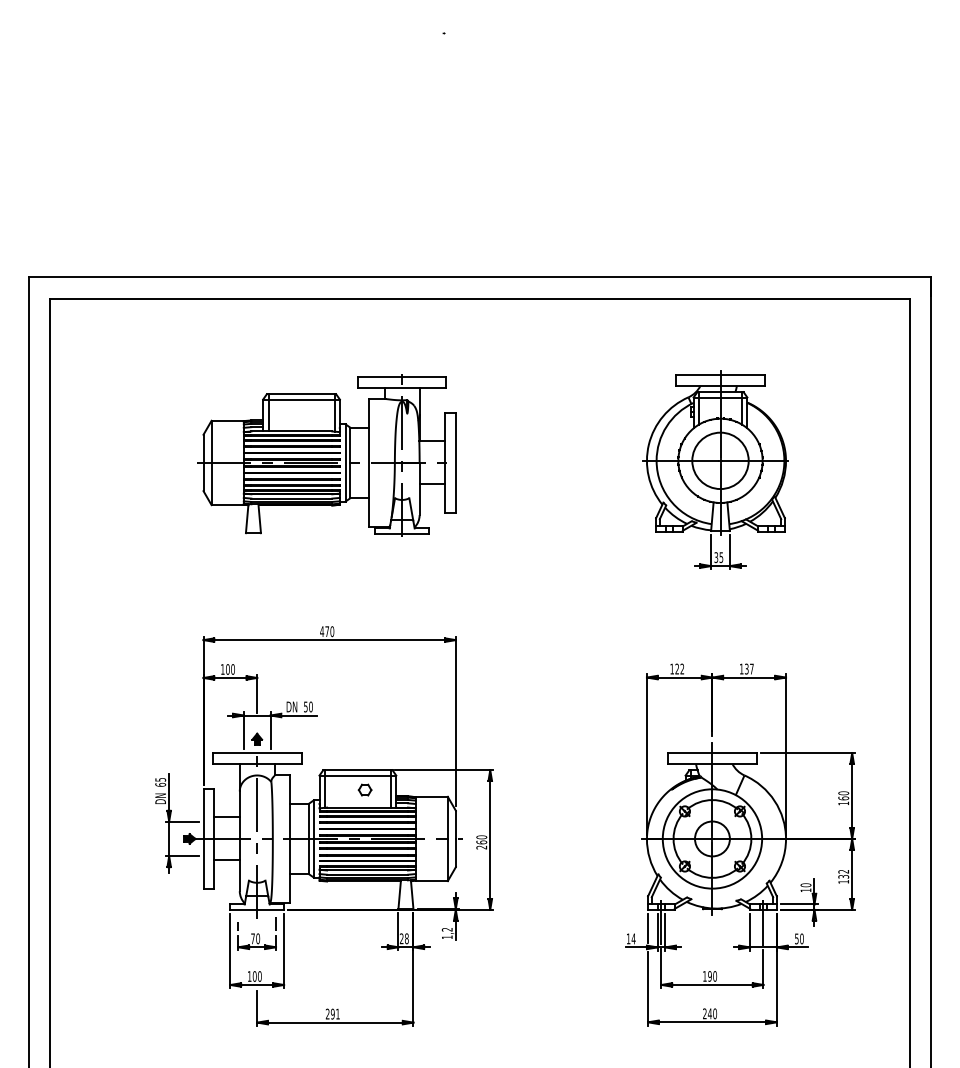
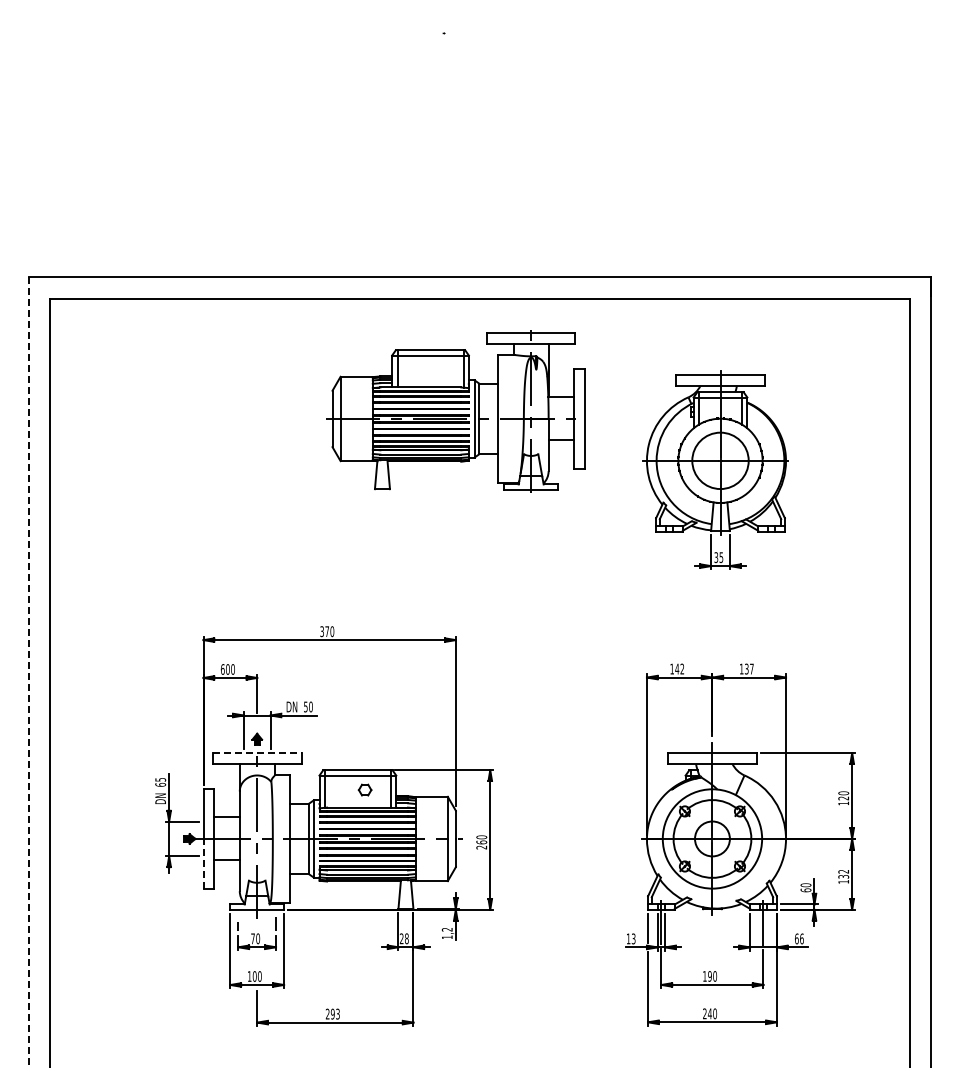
part at (326, 455) position: (326, 455) -> (455, 411)
text at (322, 631): 470 -> 370
text at (677, 668): 122 -> 142
text at (222, 669): 100 -> 600
line at (28, 672): solid -> dashed
line at (257, 753): solid -> dashed
text at (843, 798): 160 -> 120
line at (203, 863): solid -> dashed
text at (805, 890): 10 -> 60
text at (633, 938): 14 -> 13
text at (799, 938): 50 -> 66
text at (337, 1013): 291 -> 293
